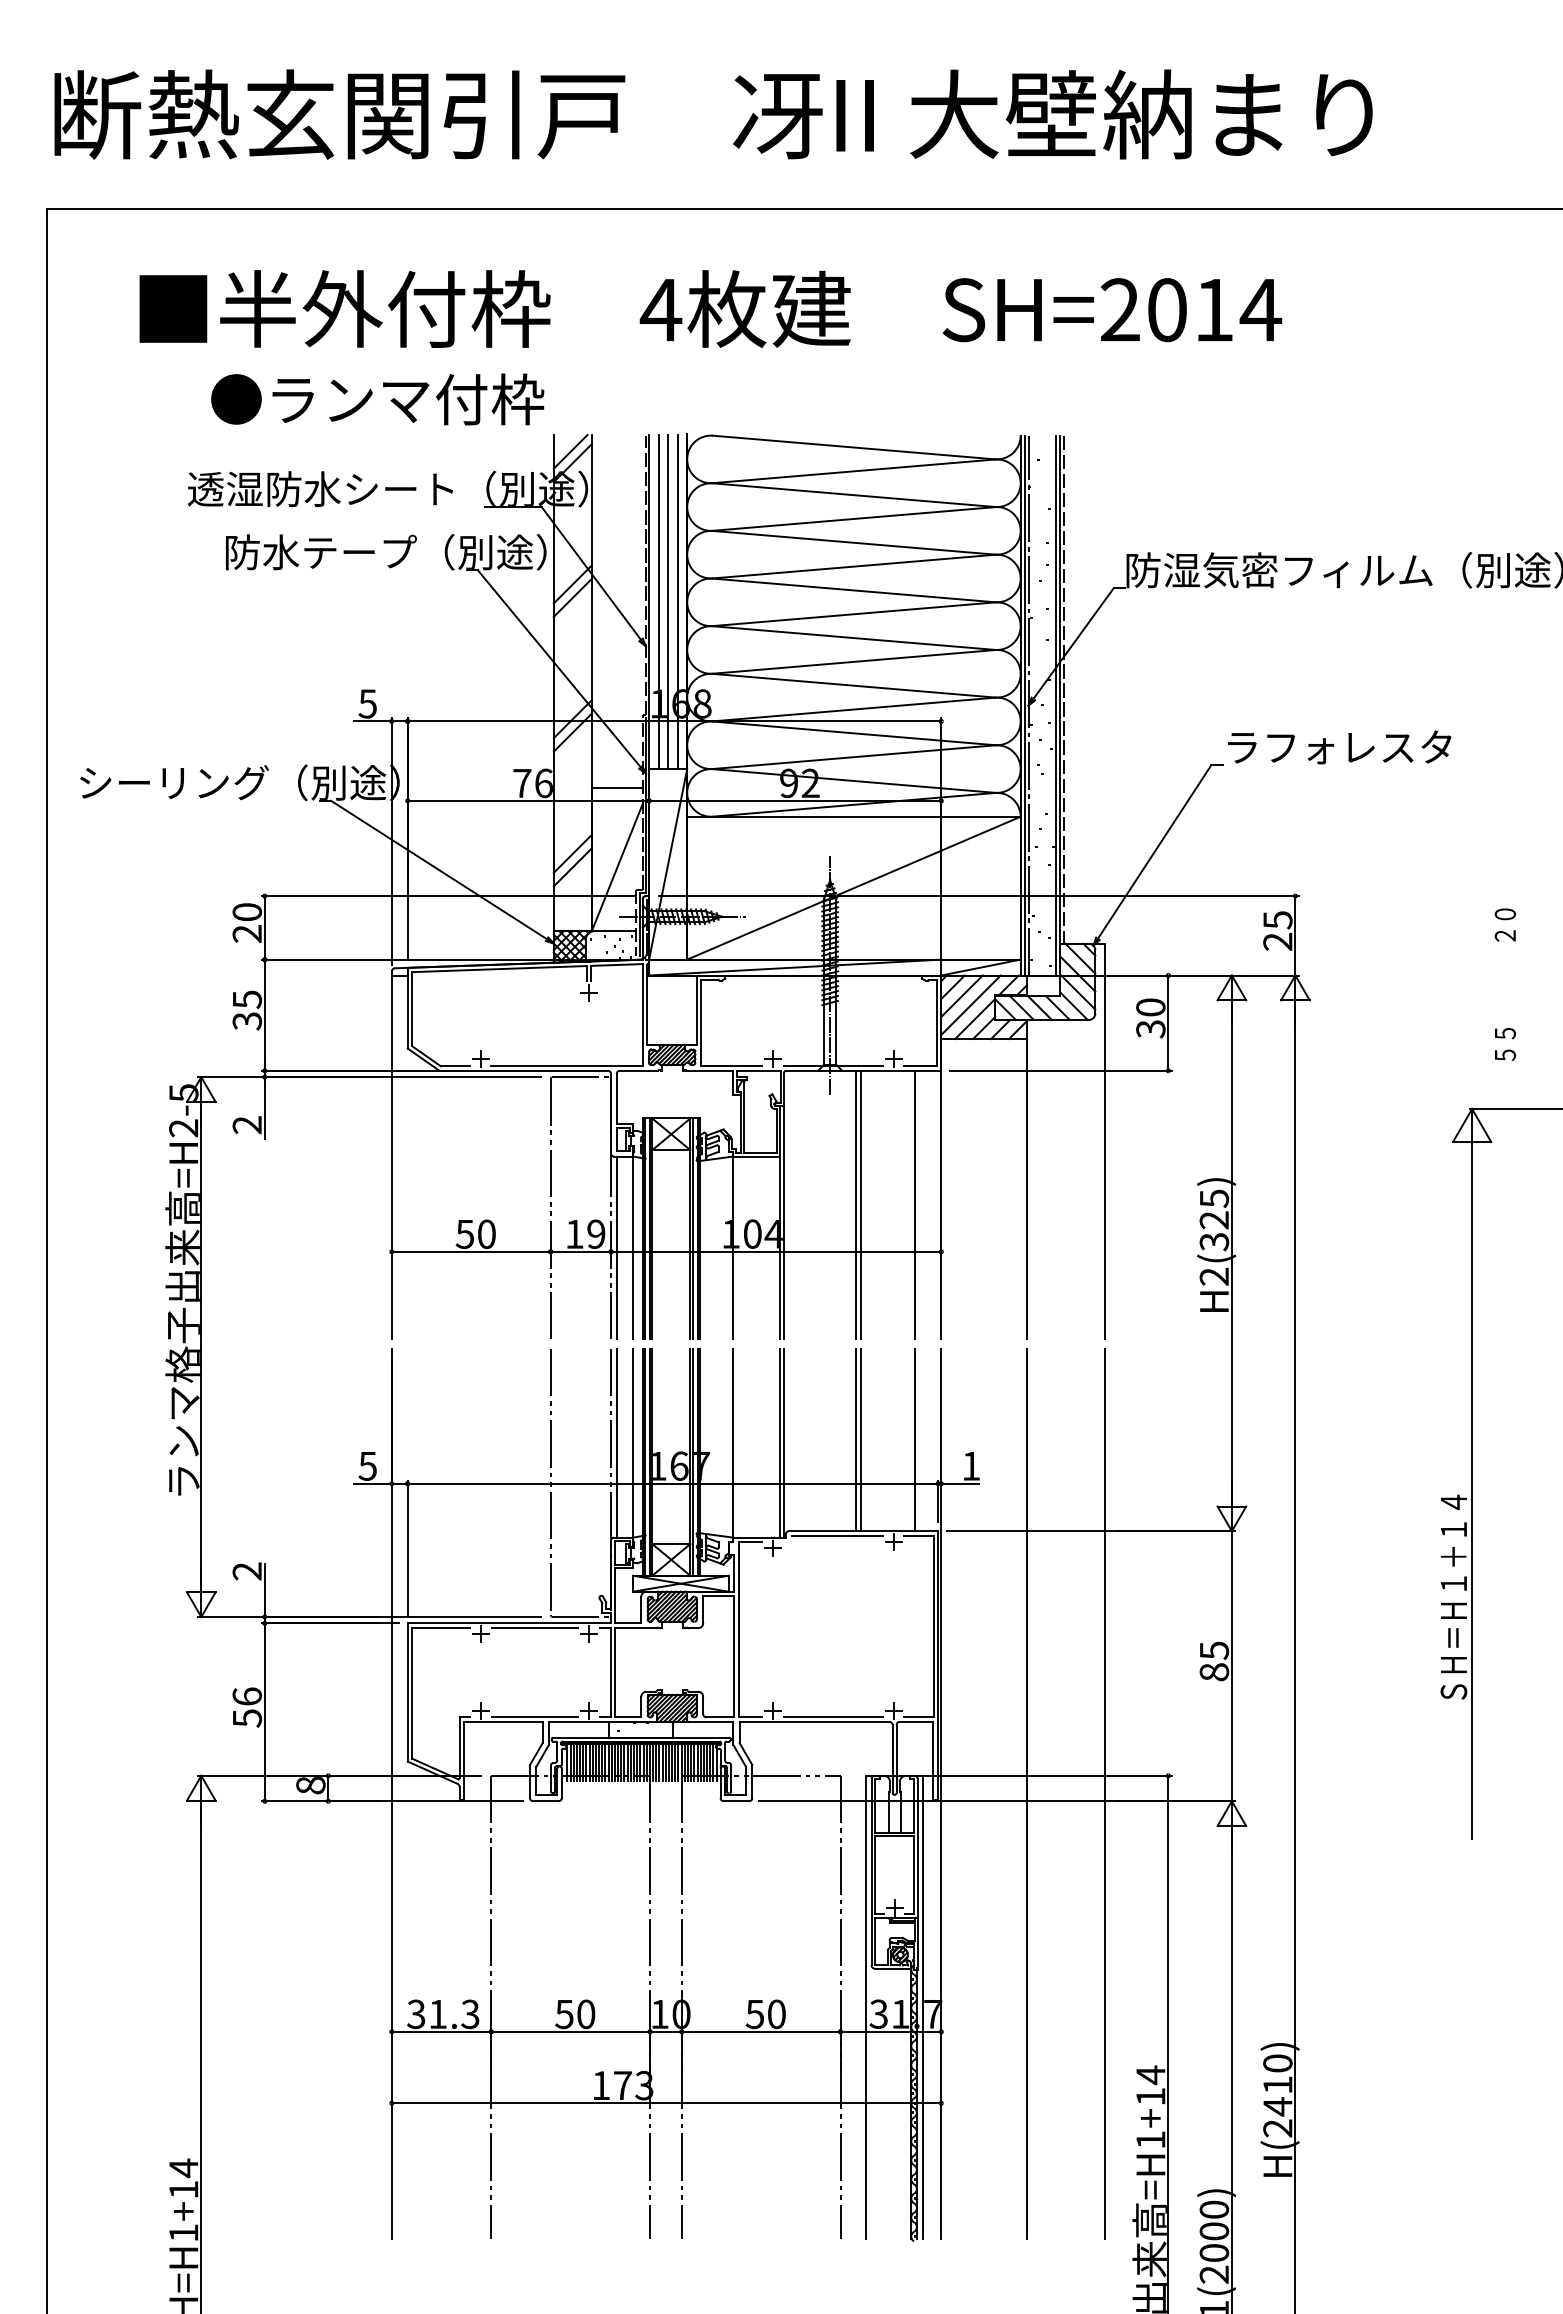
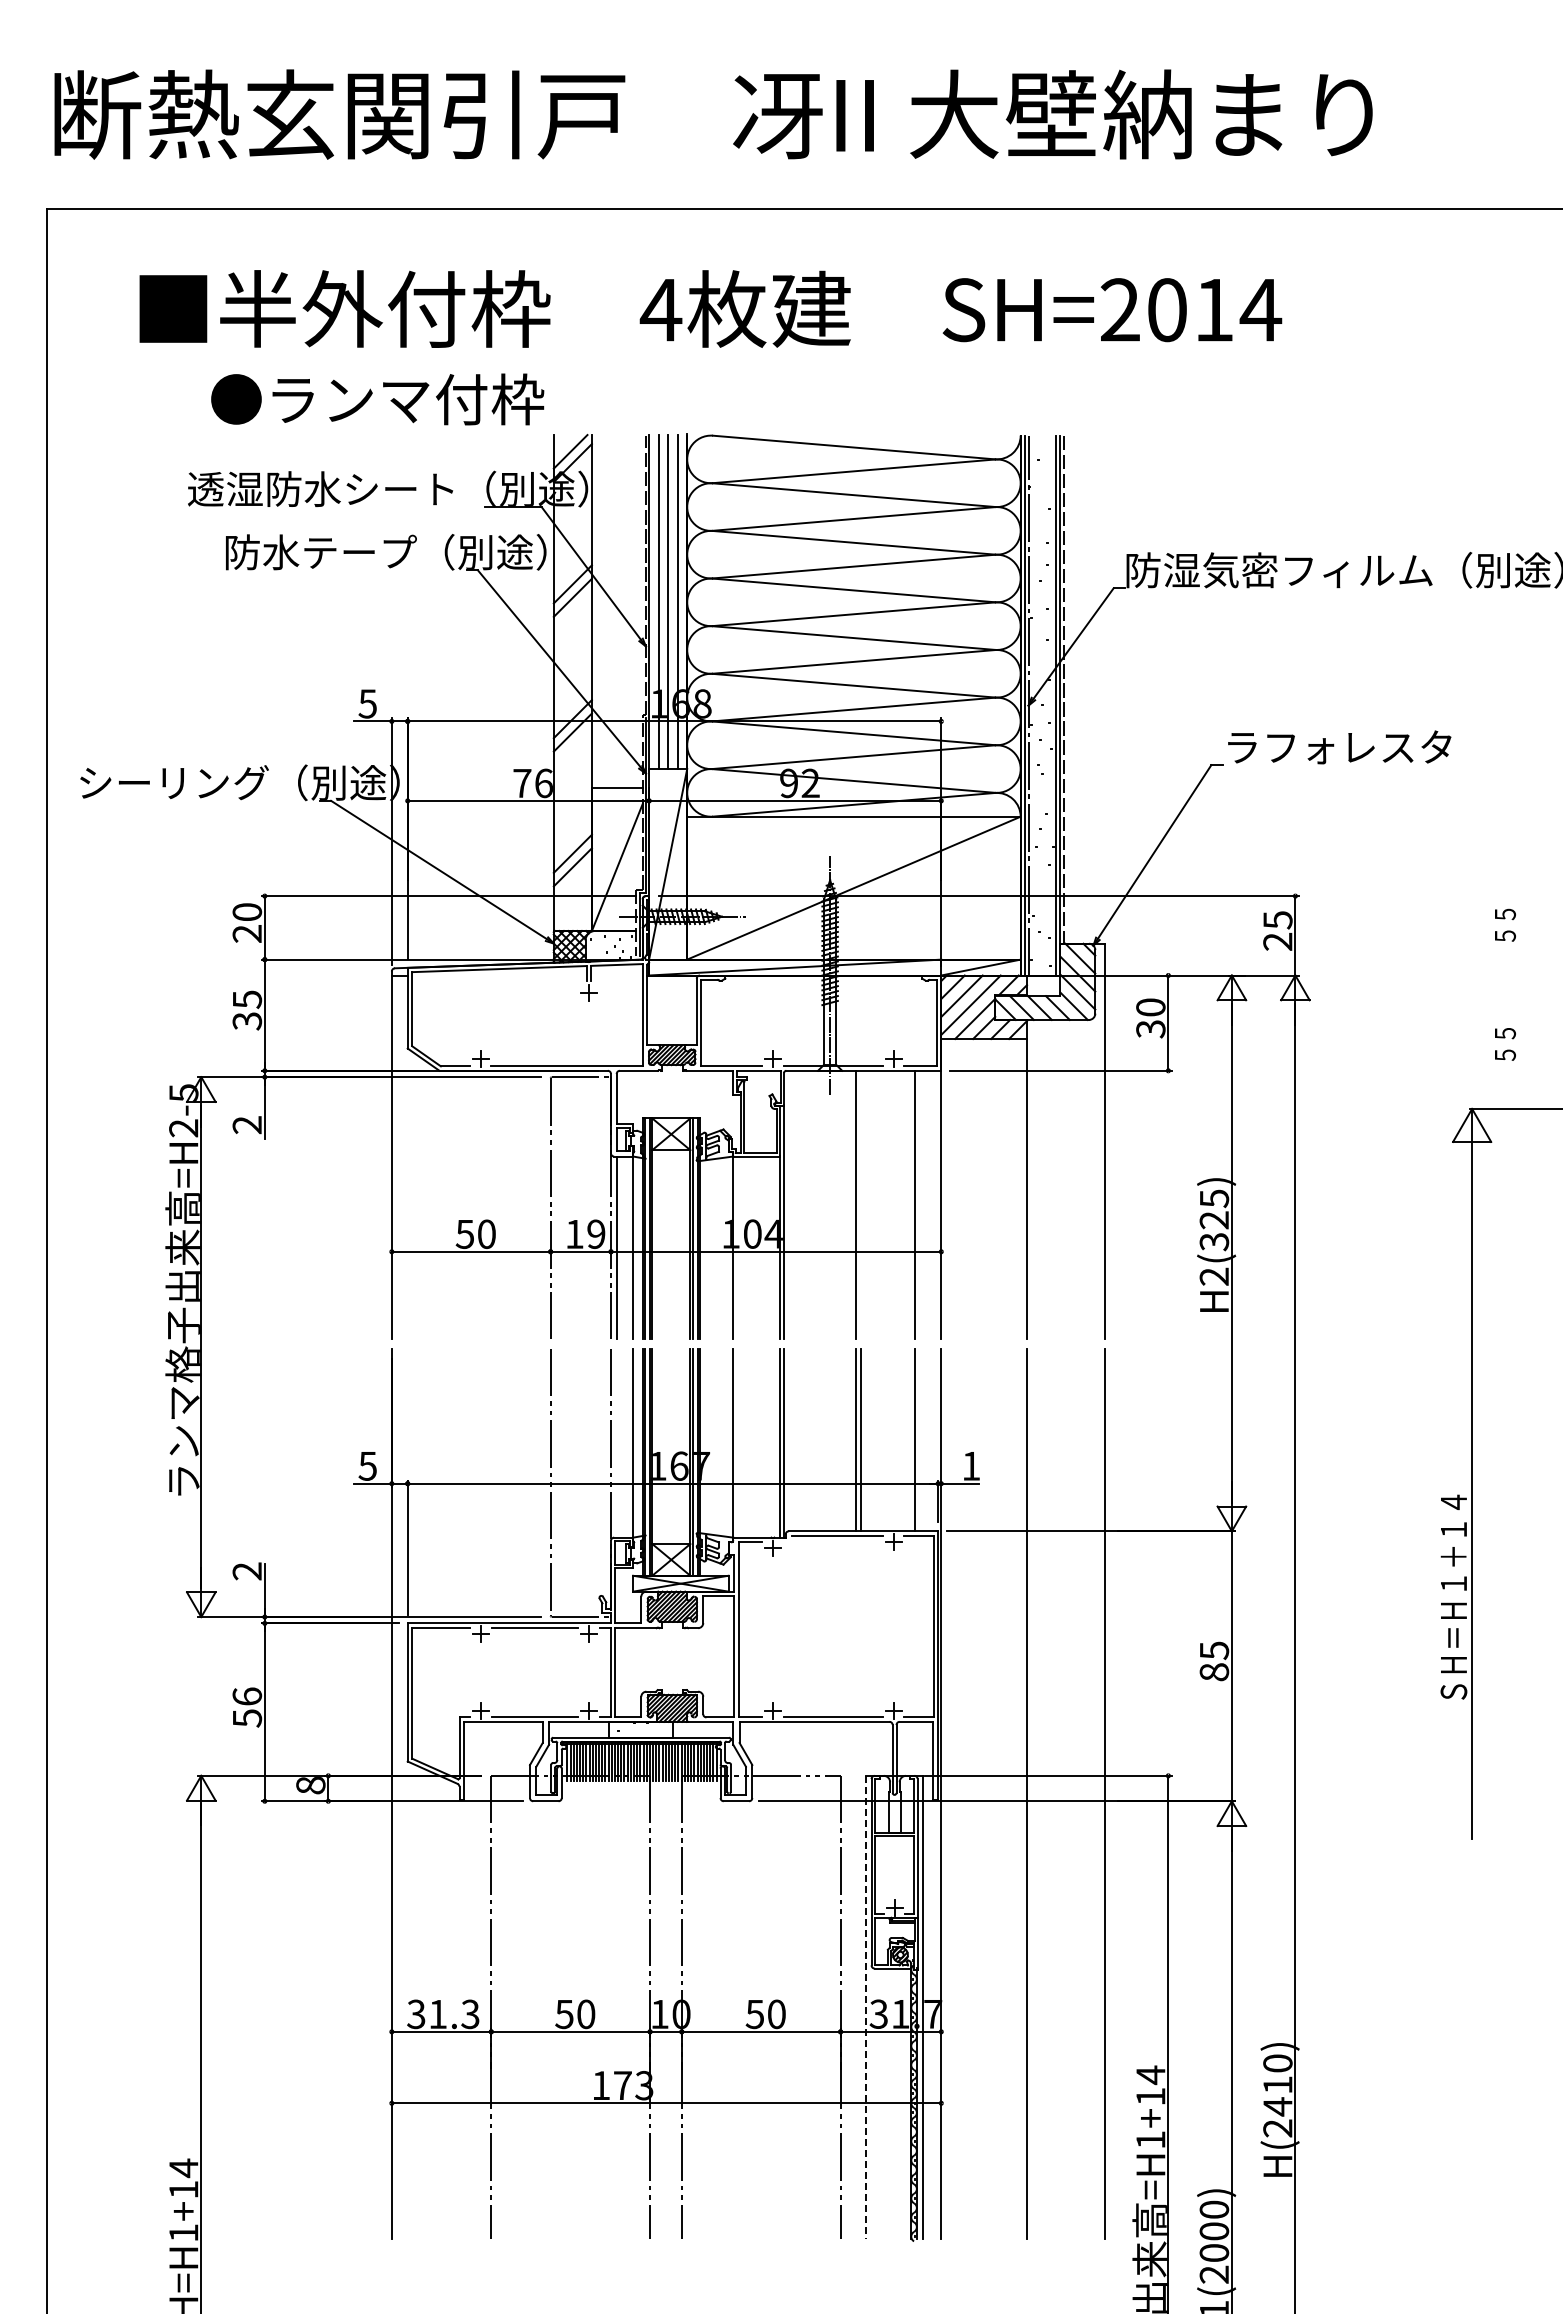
text at (1505, 924): ２０ -> ５５
line at (861, 1204): present -> none
line at (617, 1442): present -> none
line at (866, 2007): solid -> dashed
